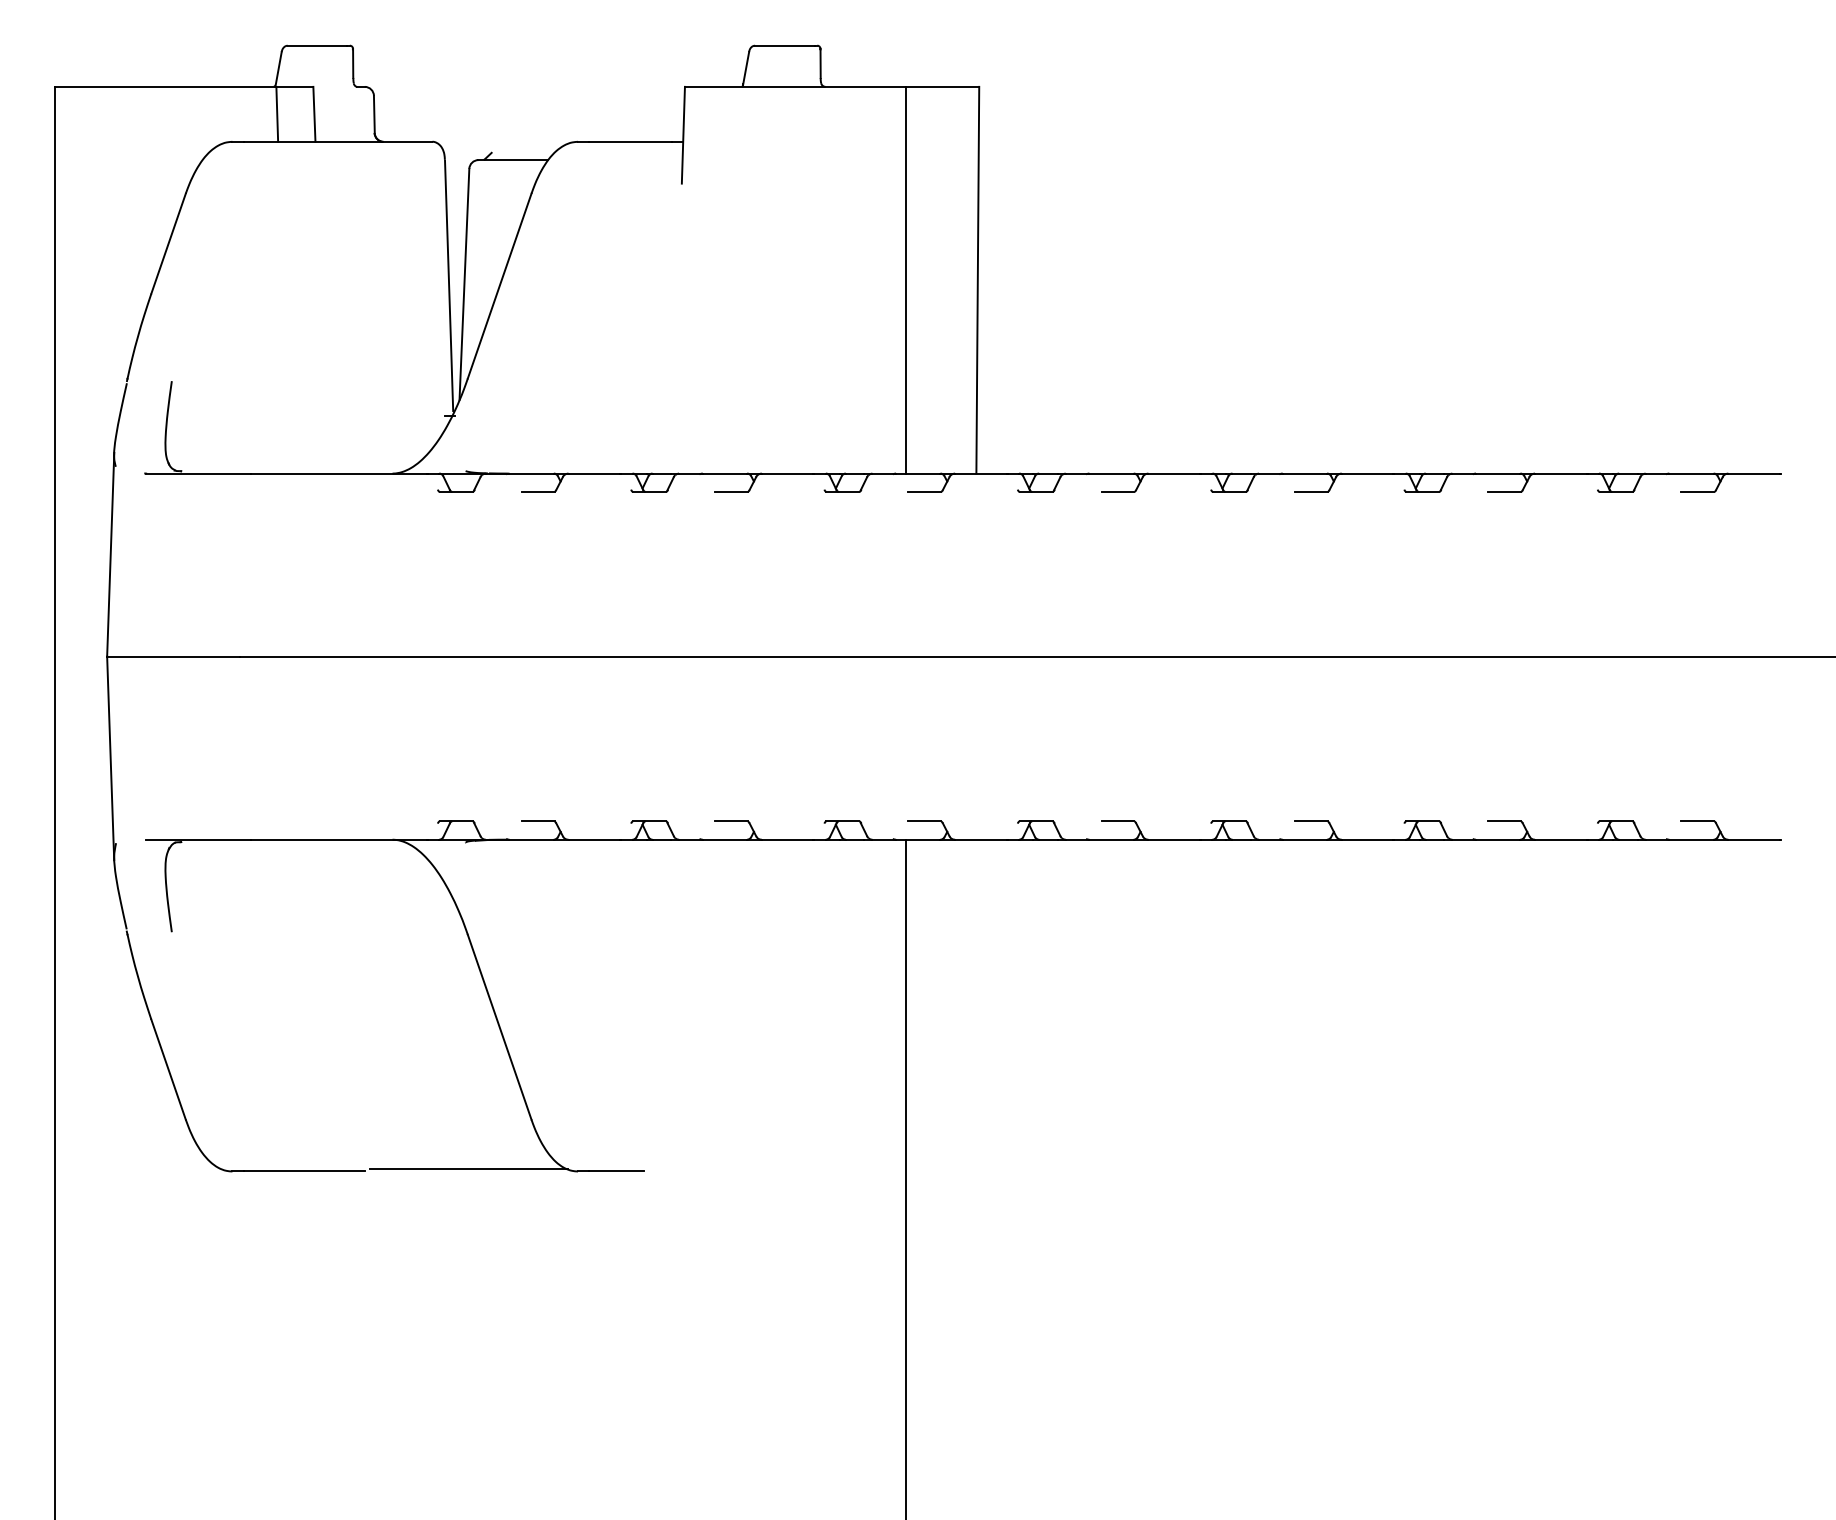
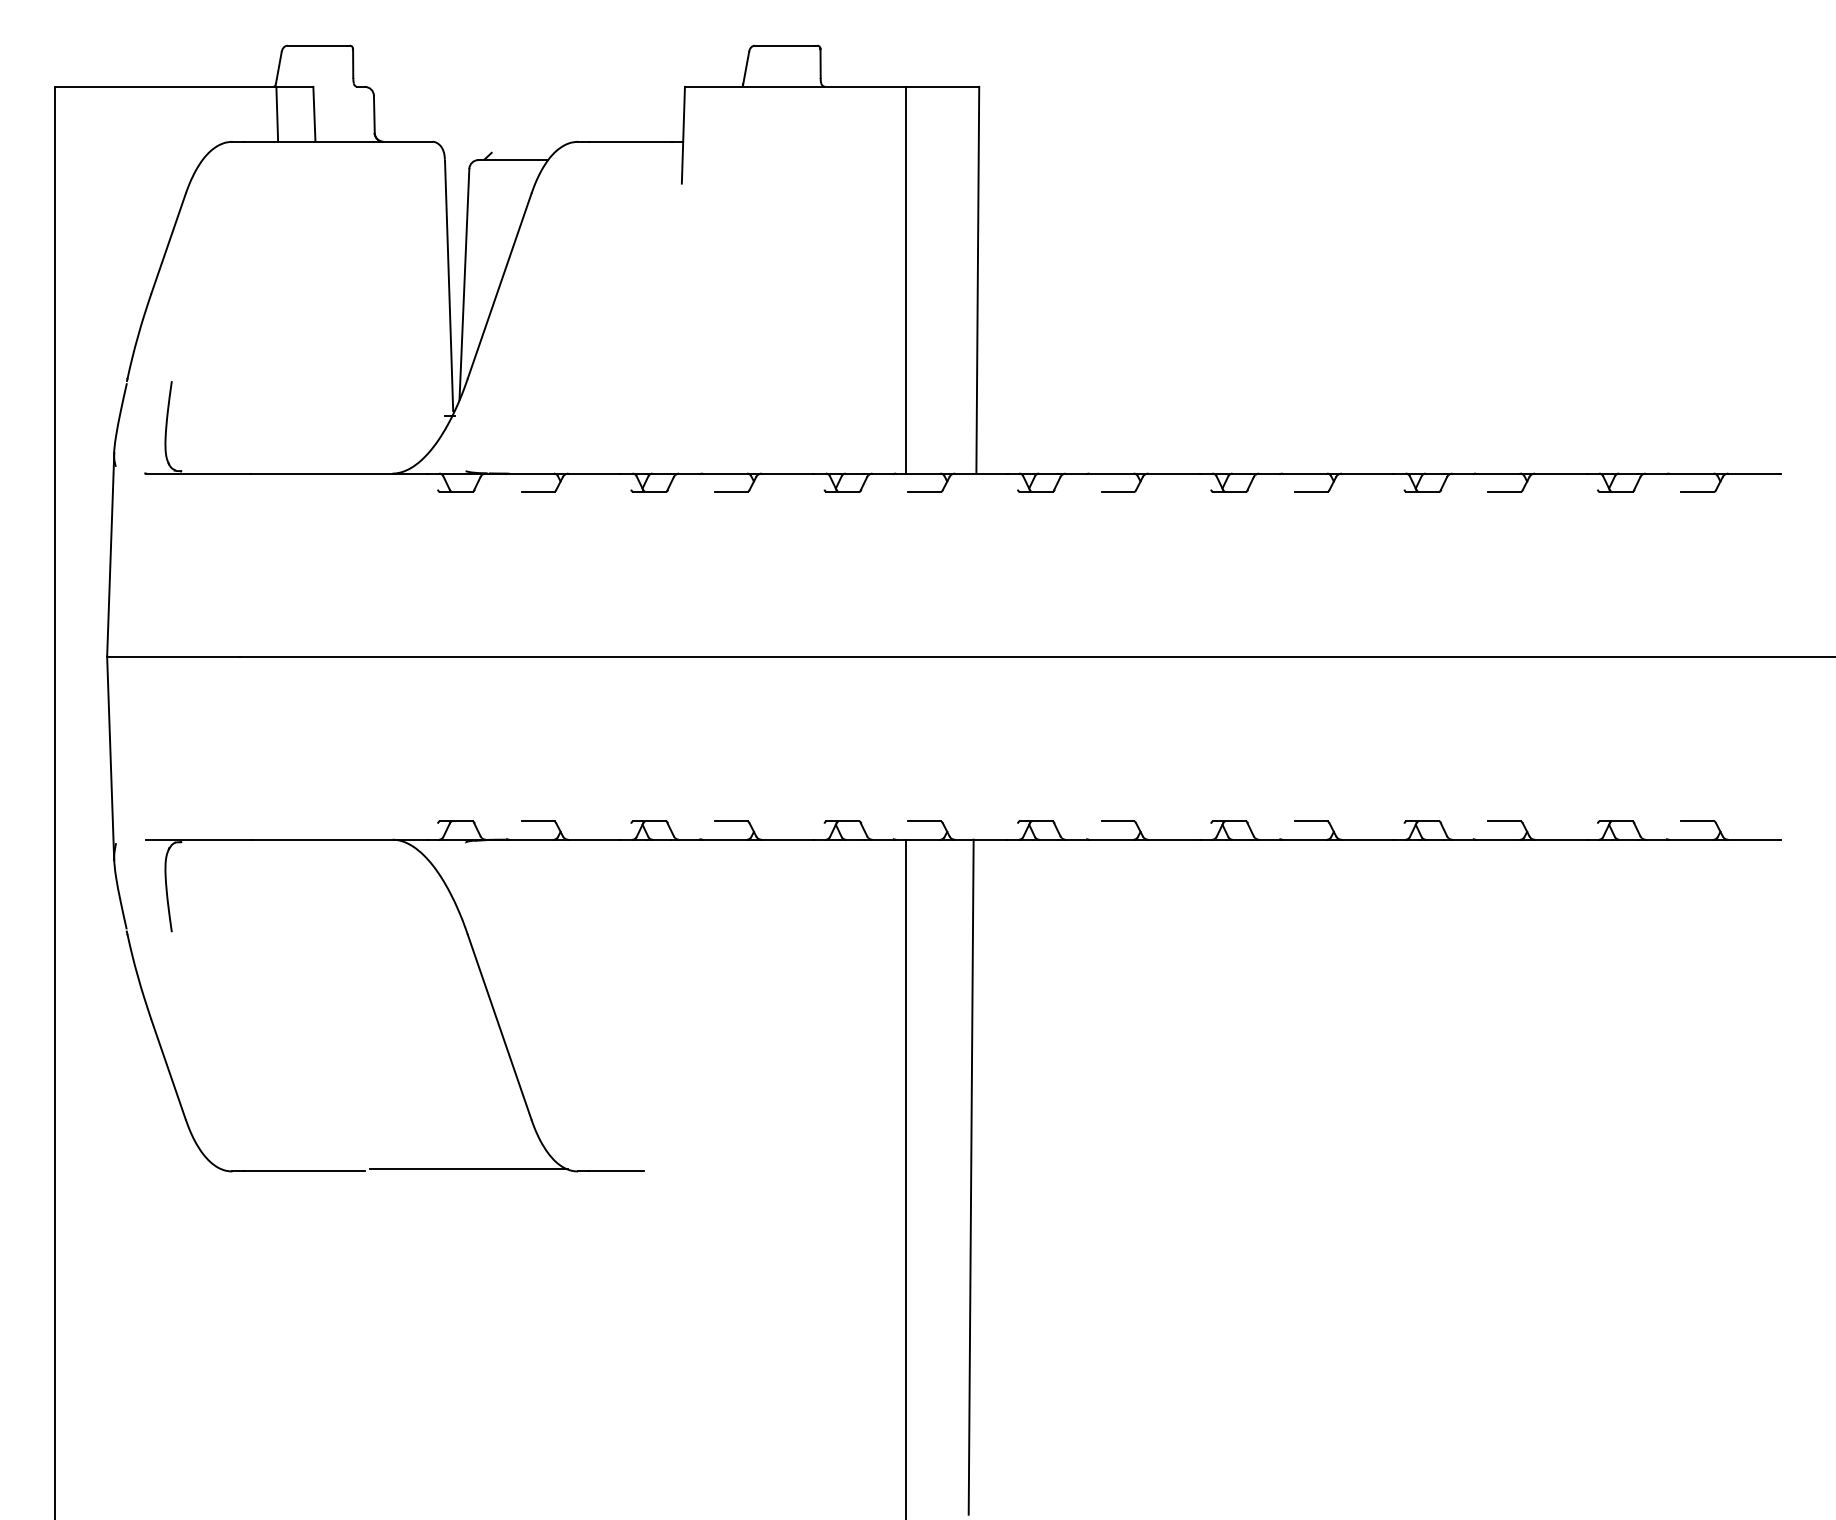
line at (970, 1176): none -> present
